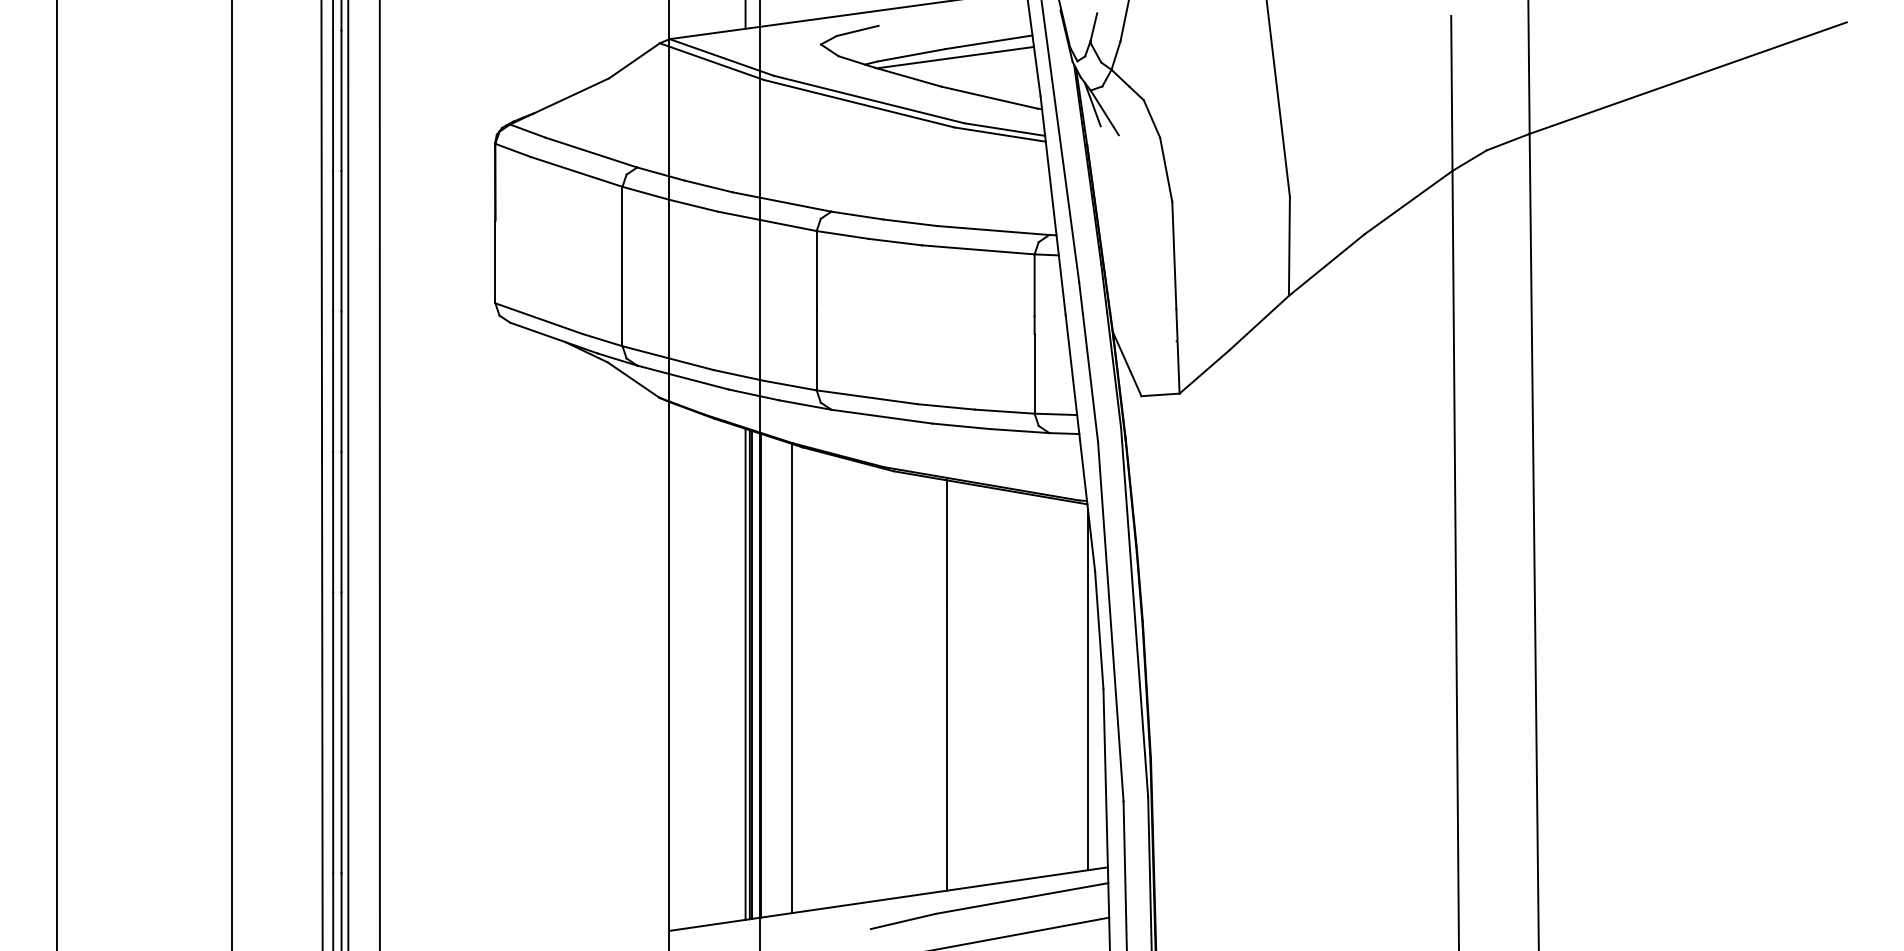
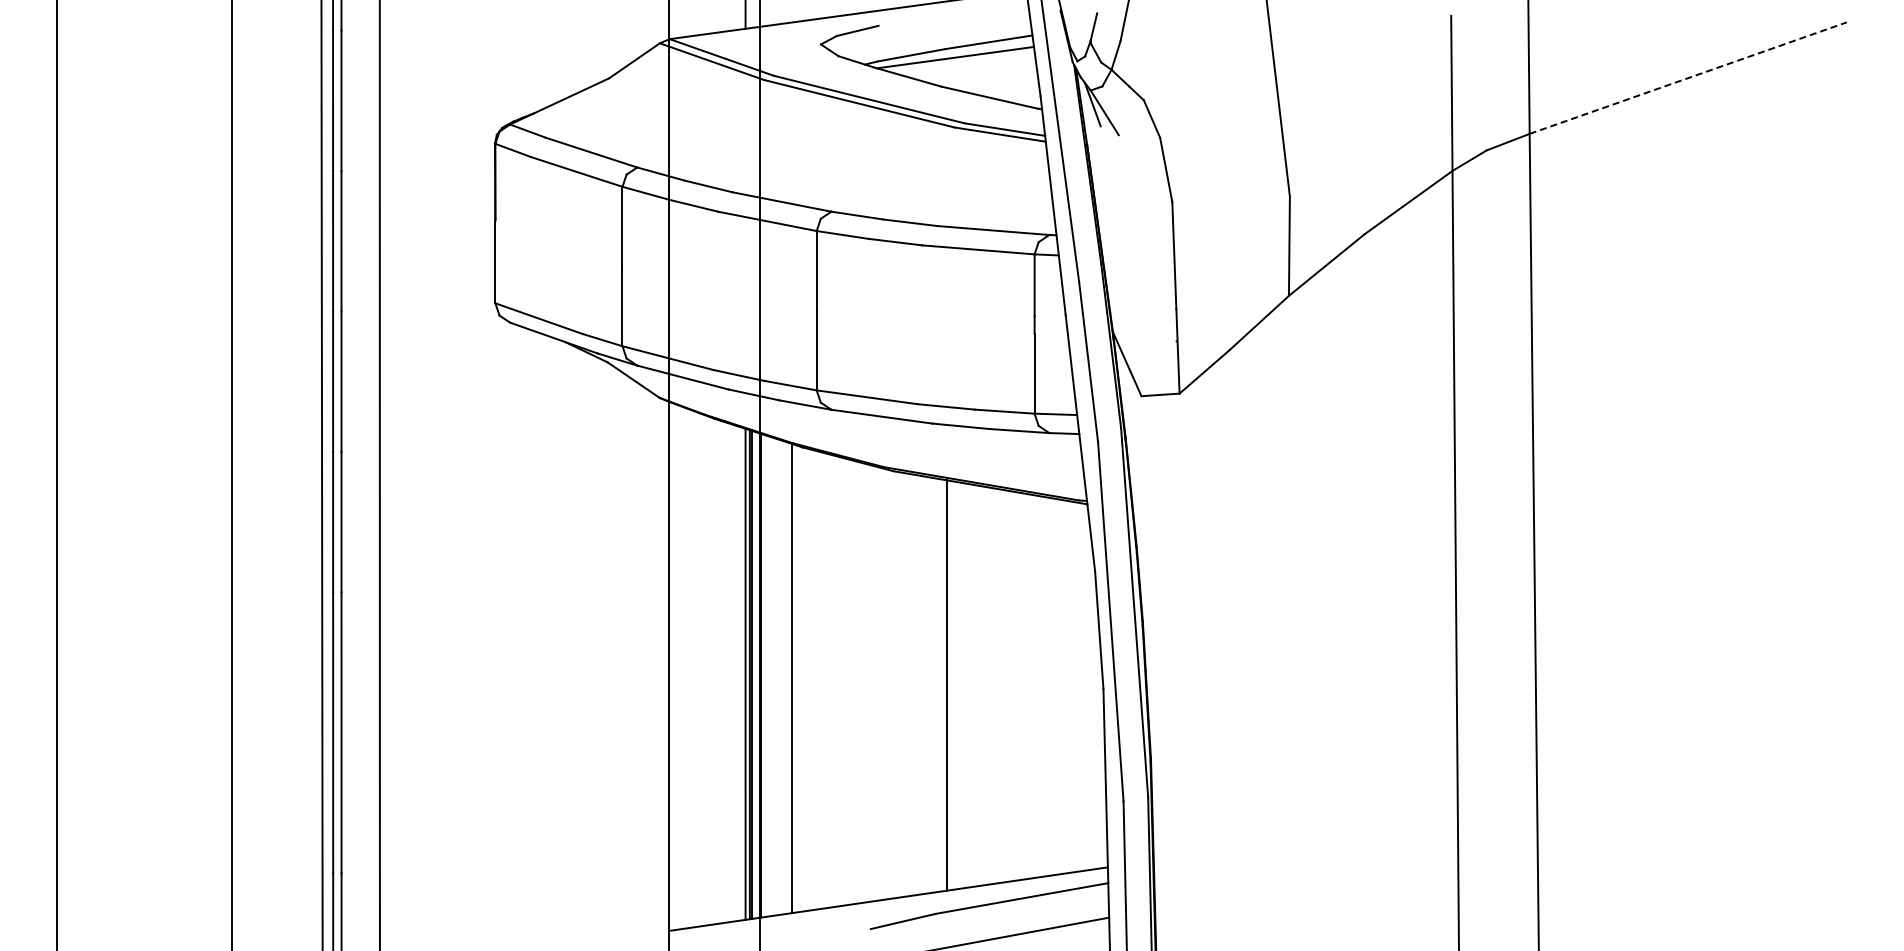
line at (1688, 77): solid -> dashed
line at (348, 474): present -> none
line at (1087, 689): present -> none
